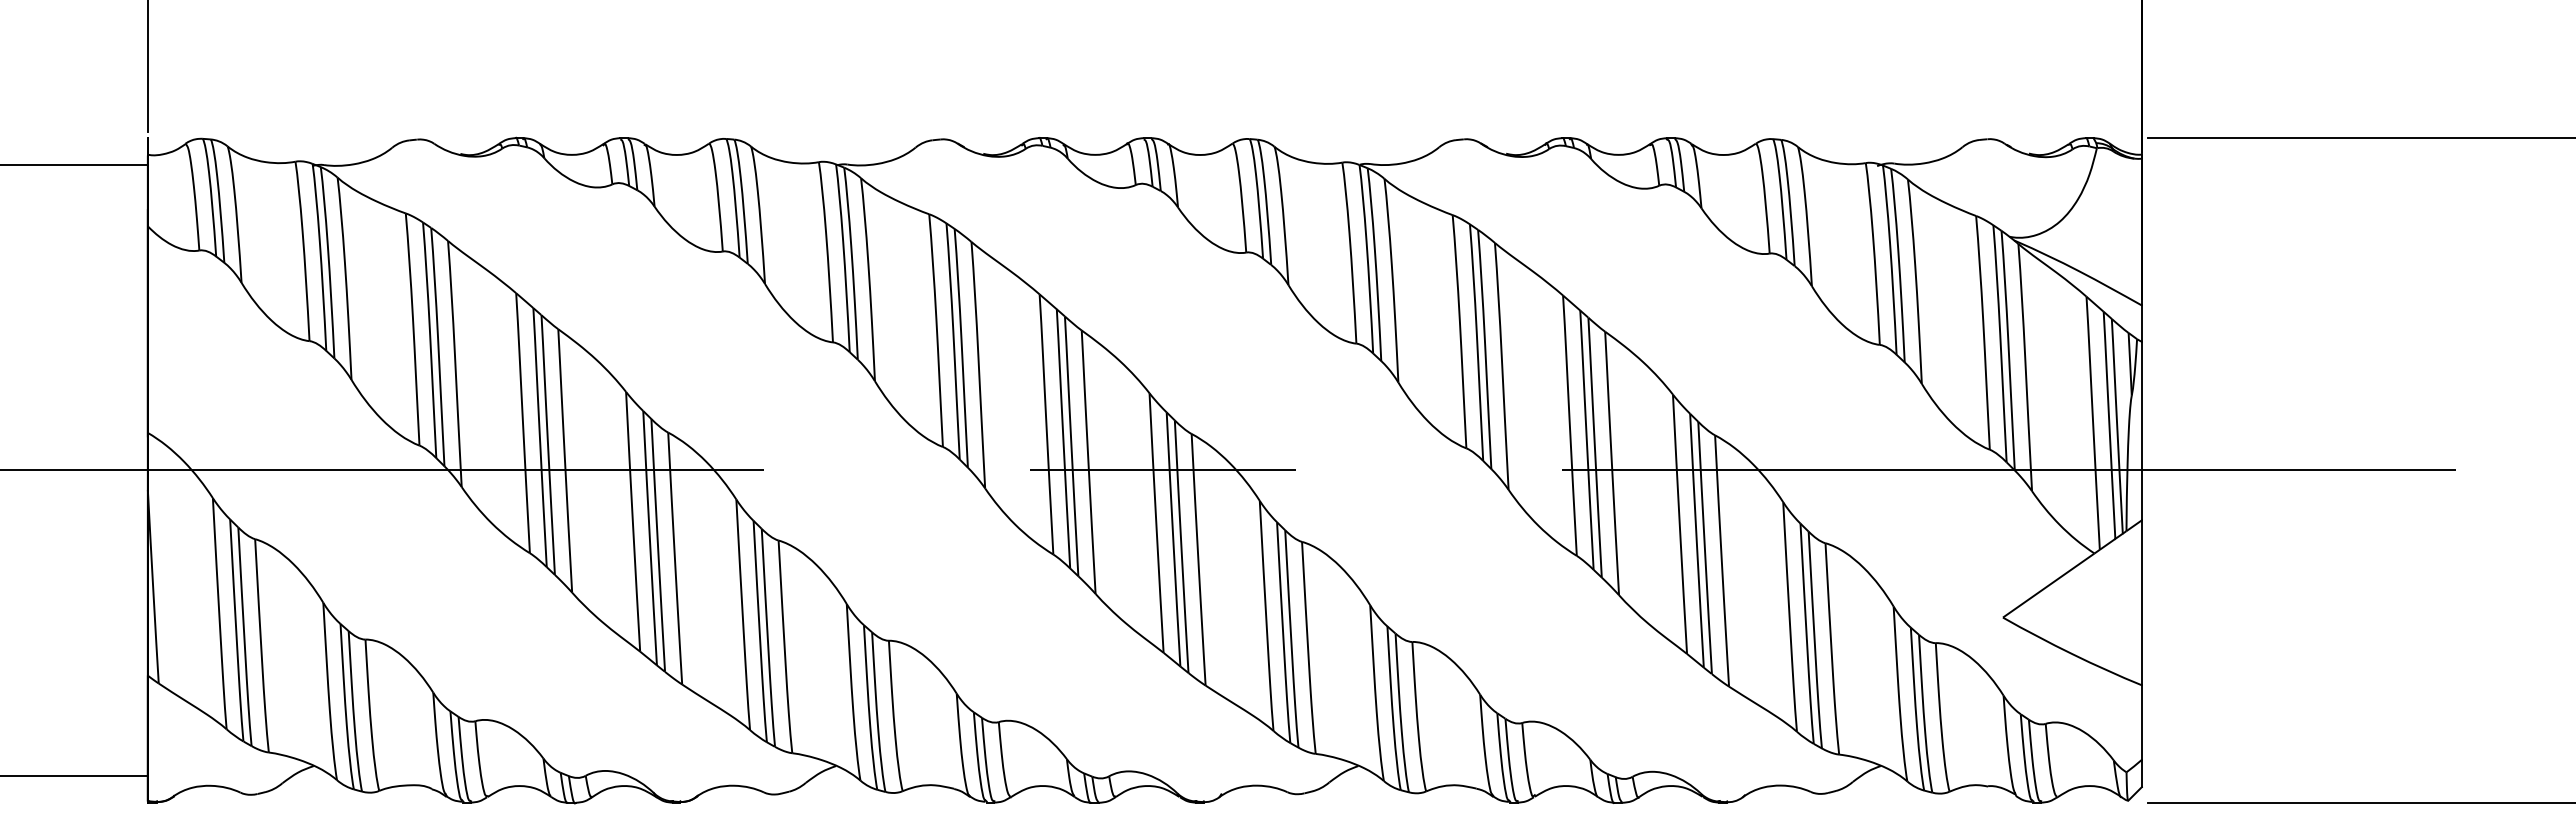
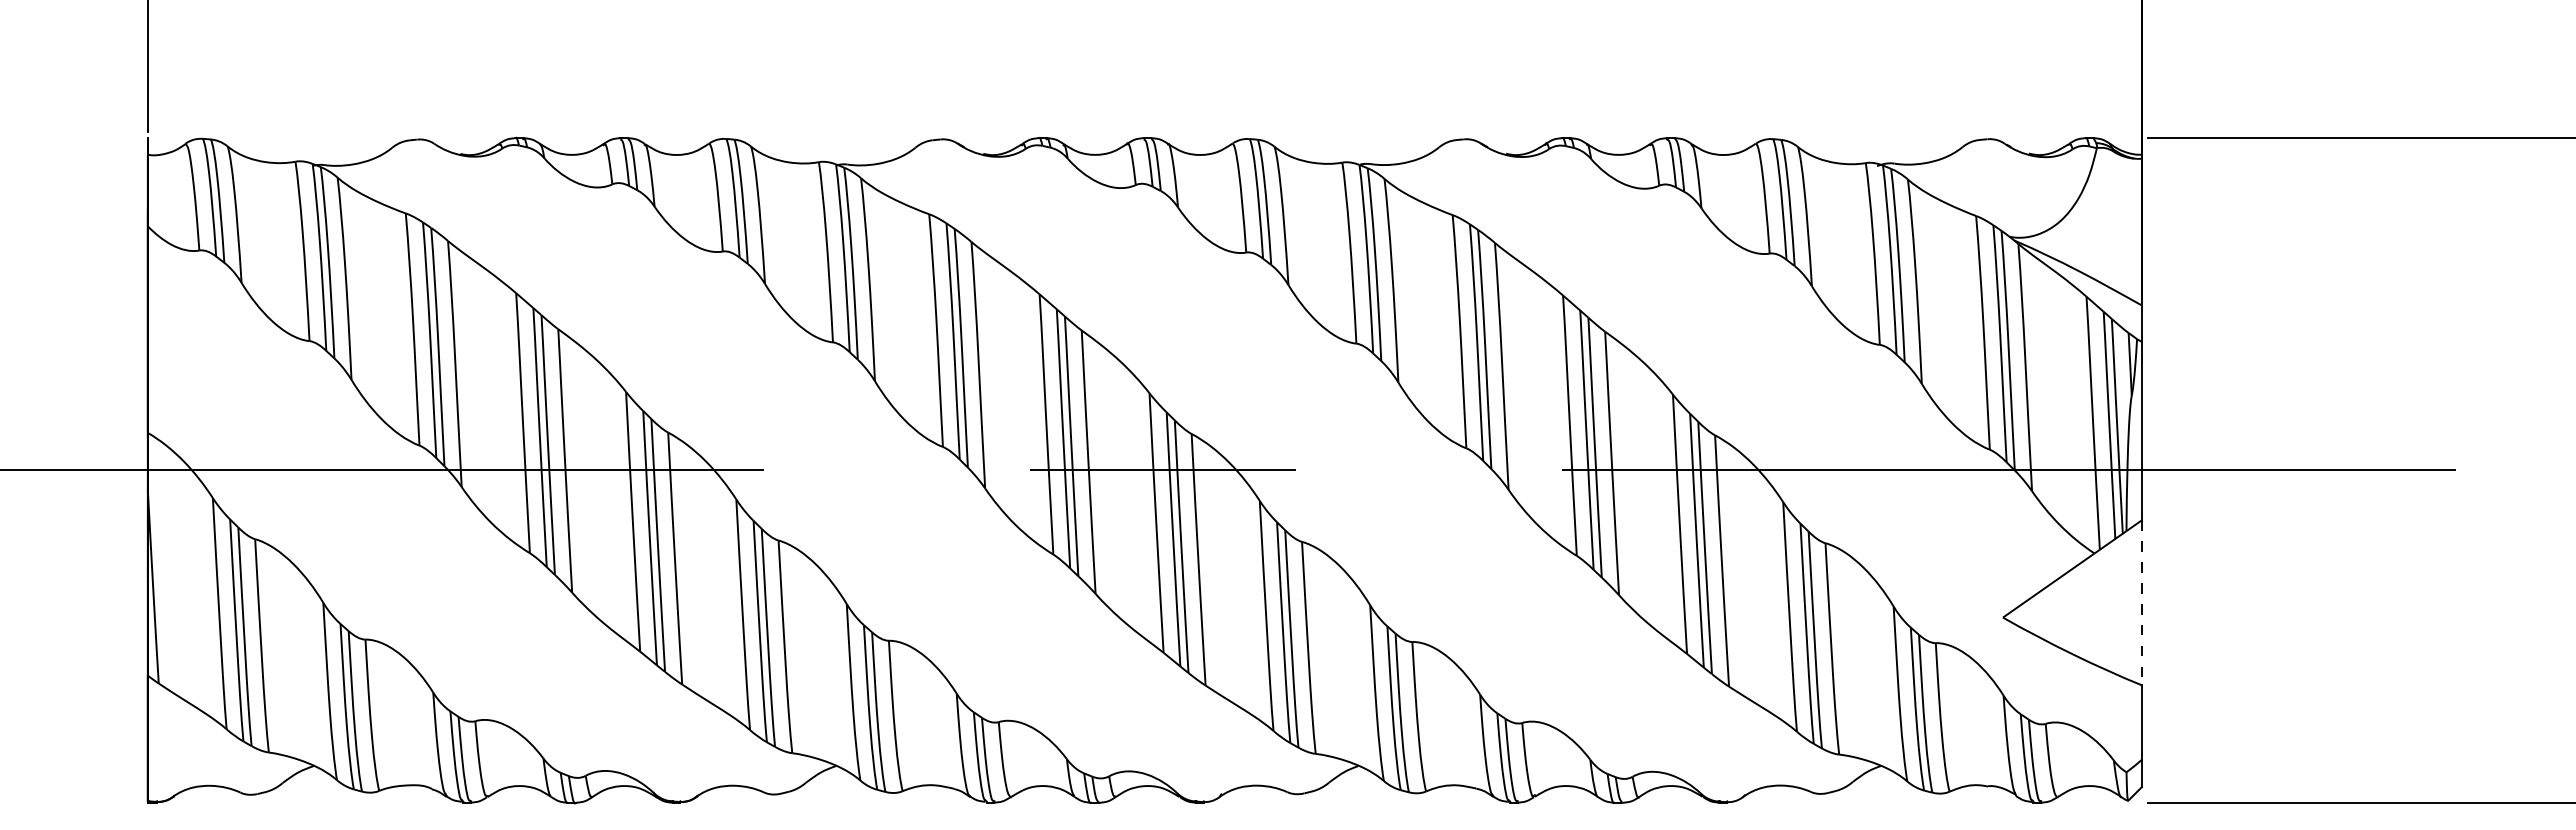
line at (74, 164): present -> none
line at (2141, 603): solid -> dashed
line at (74, 776): present -> none
